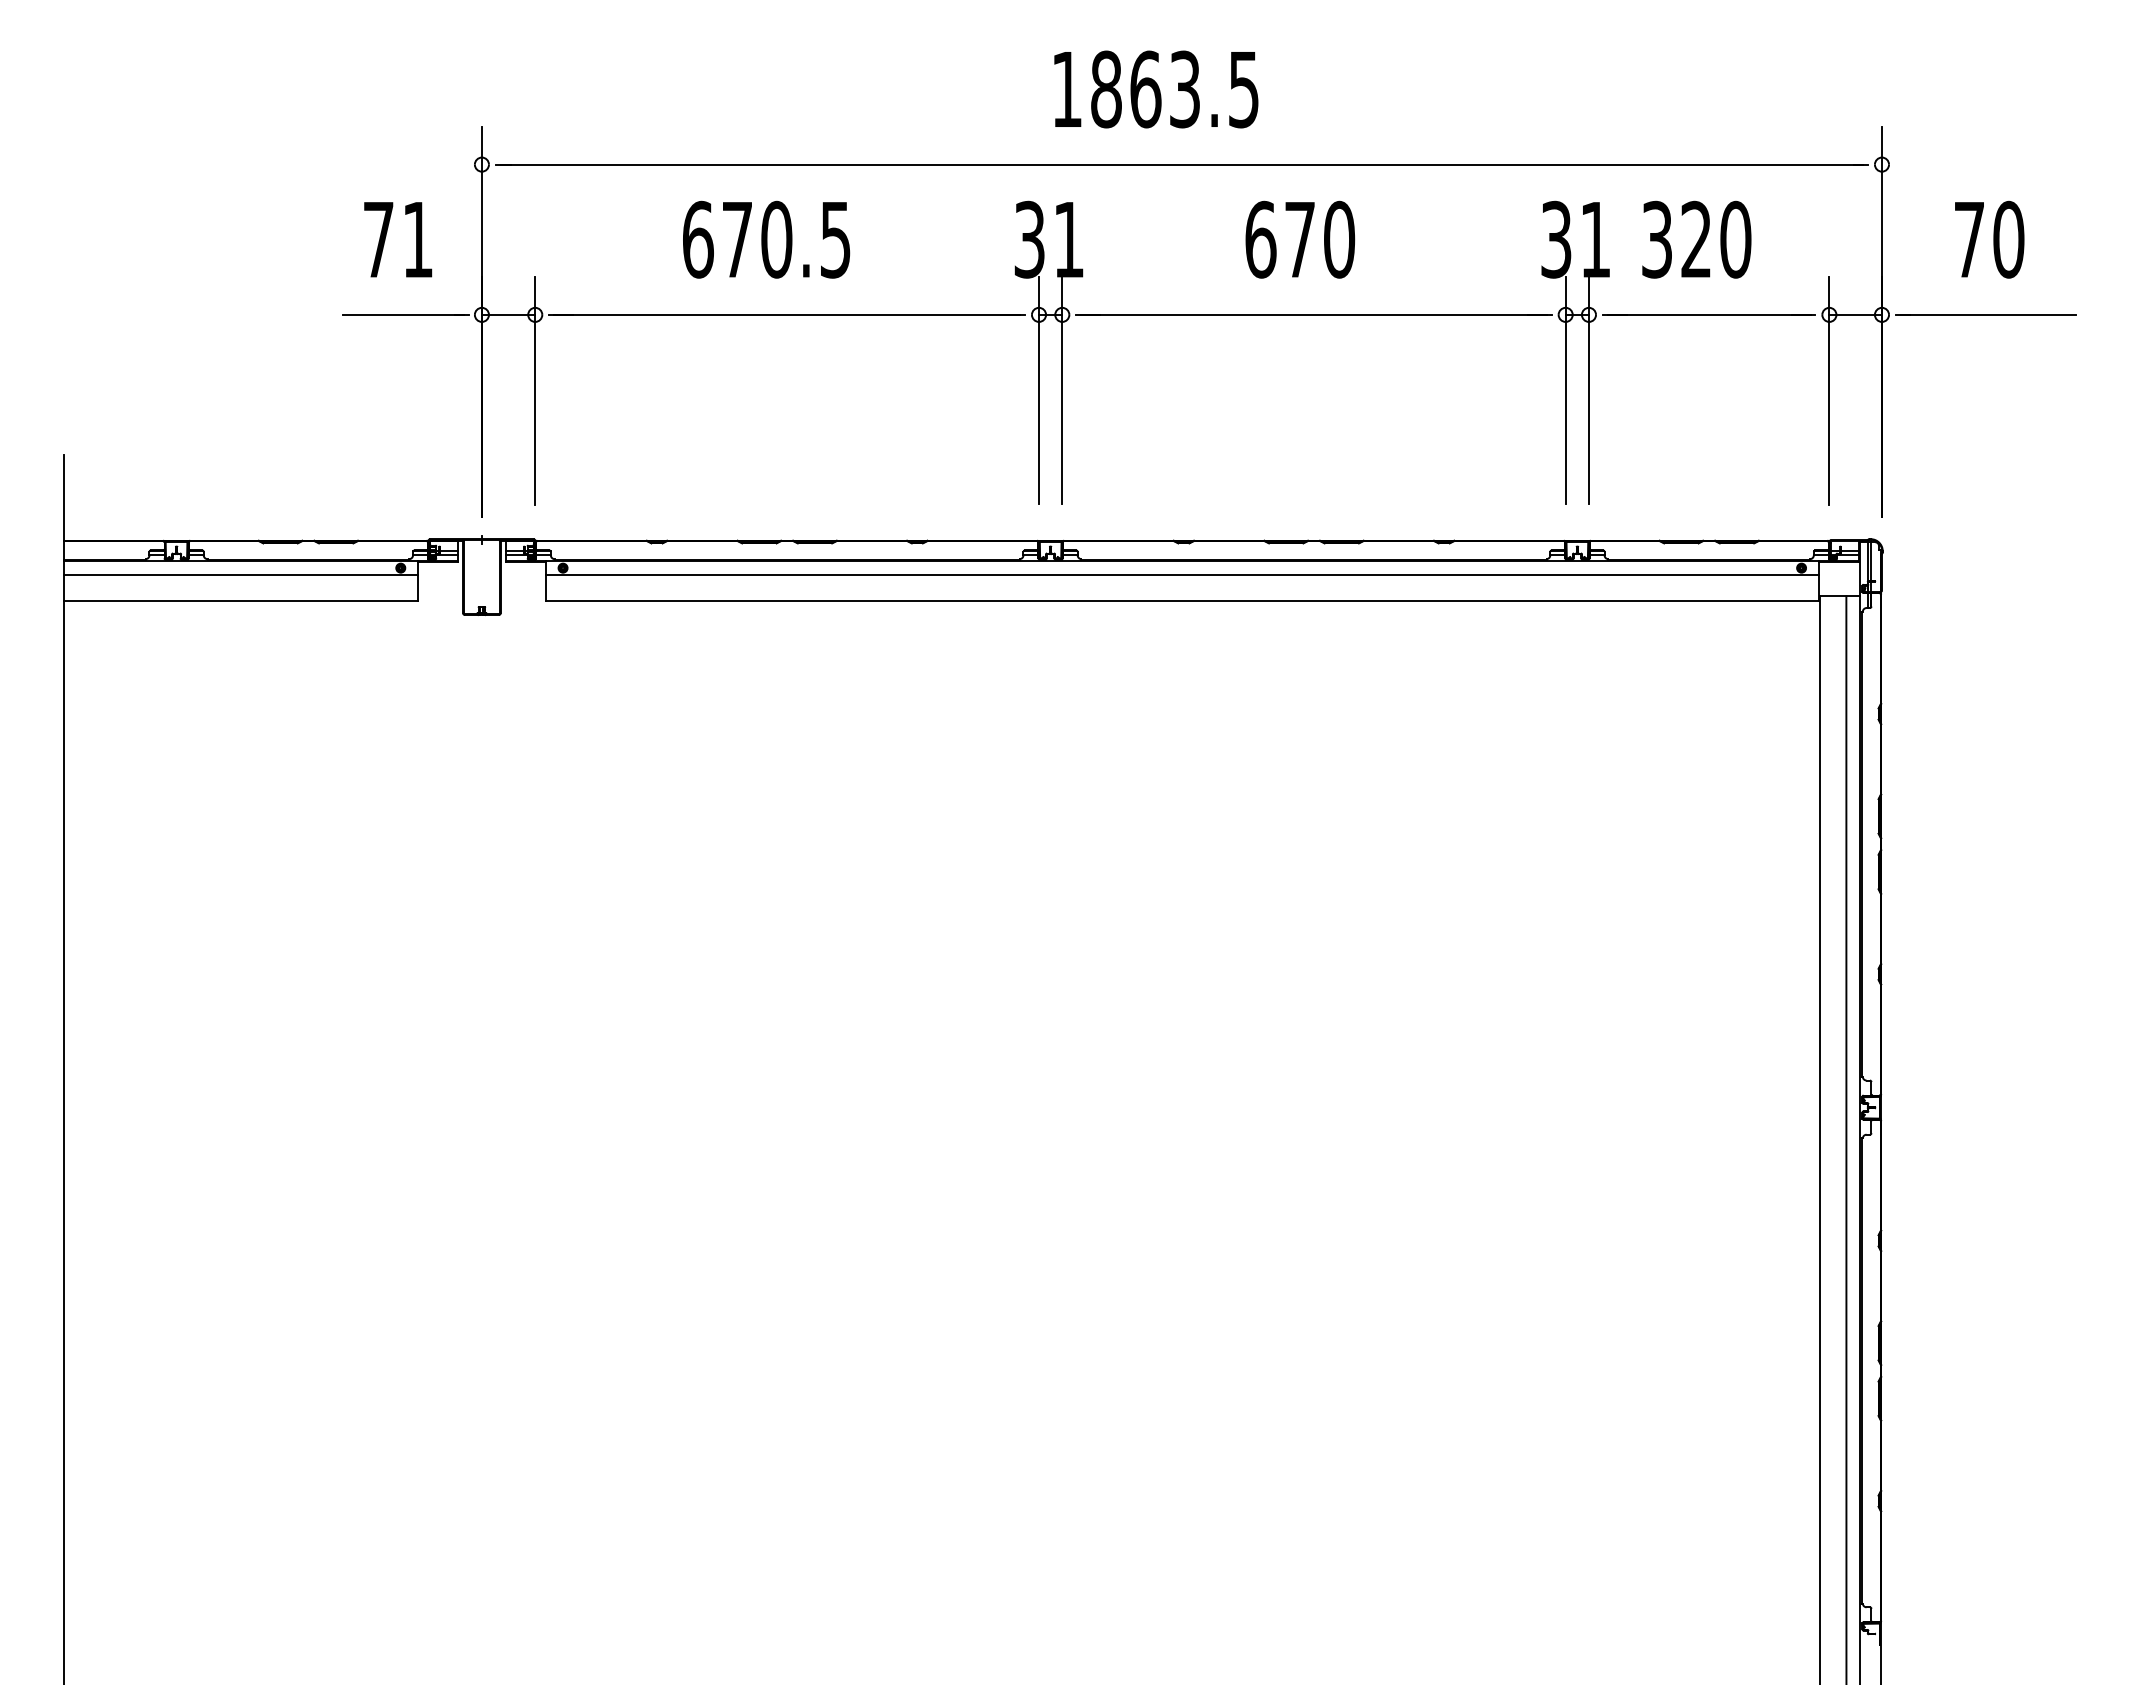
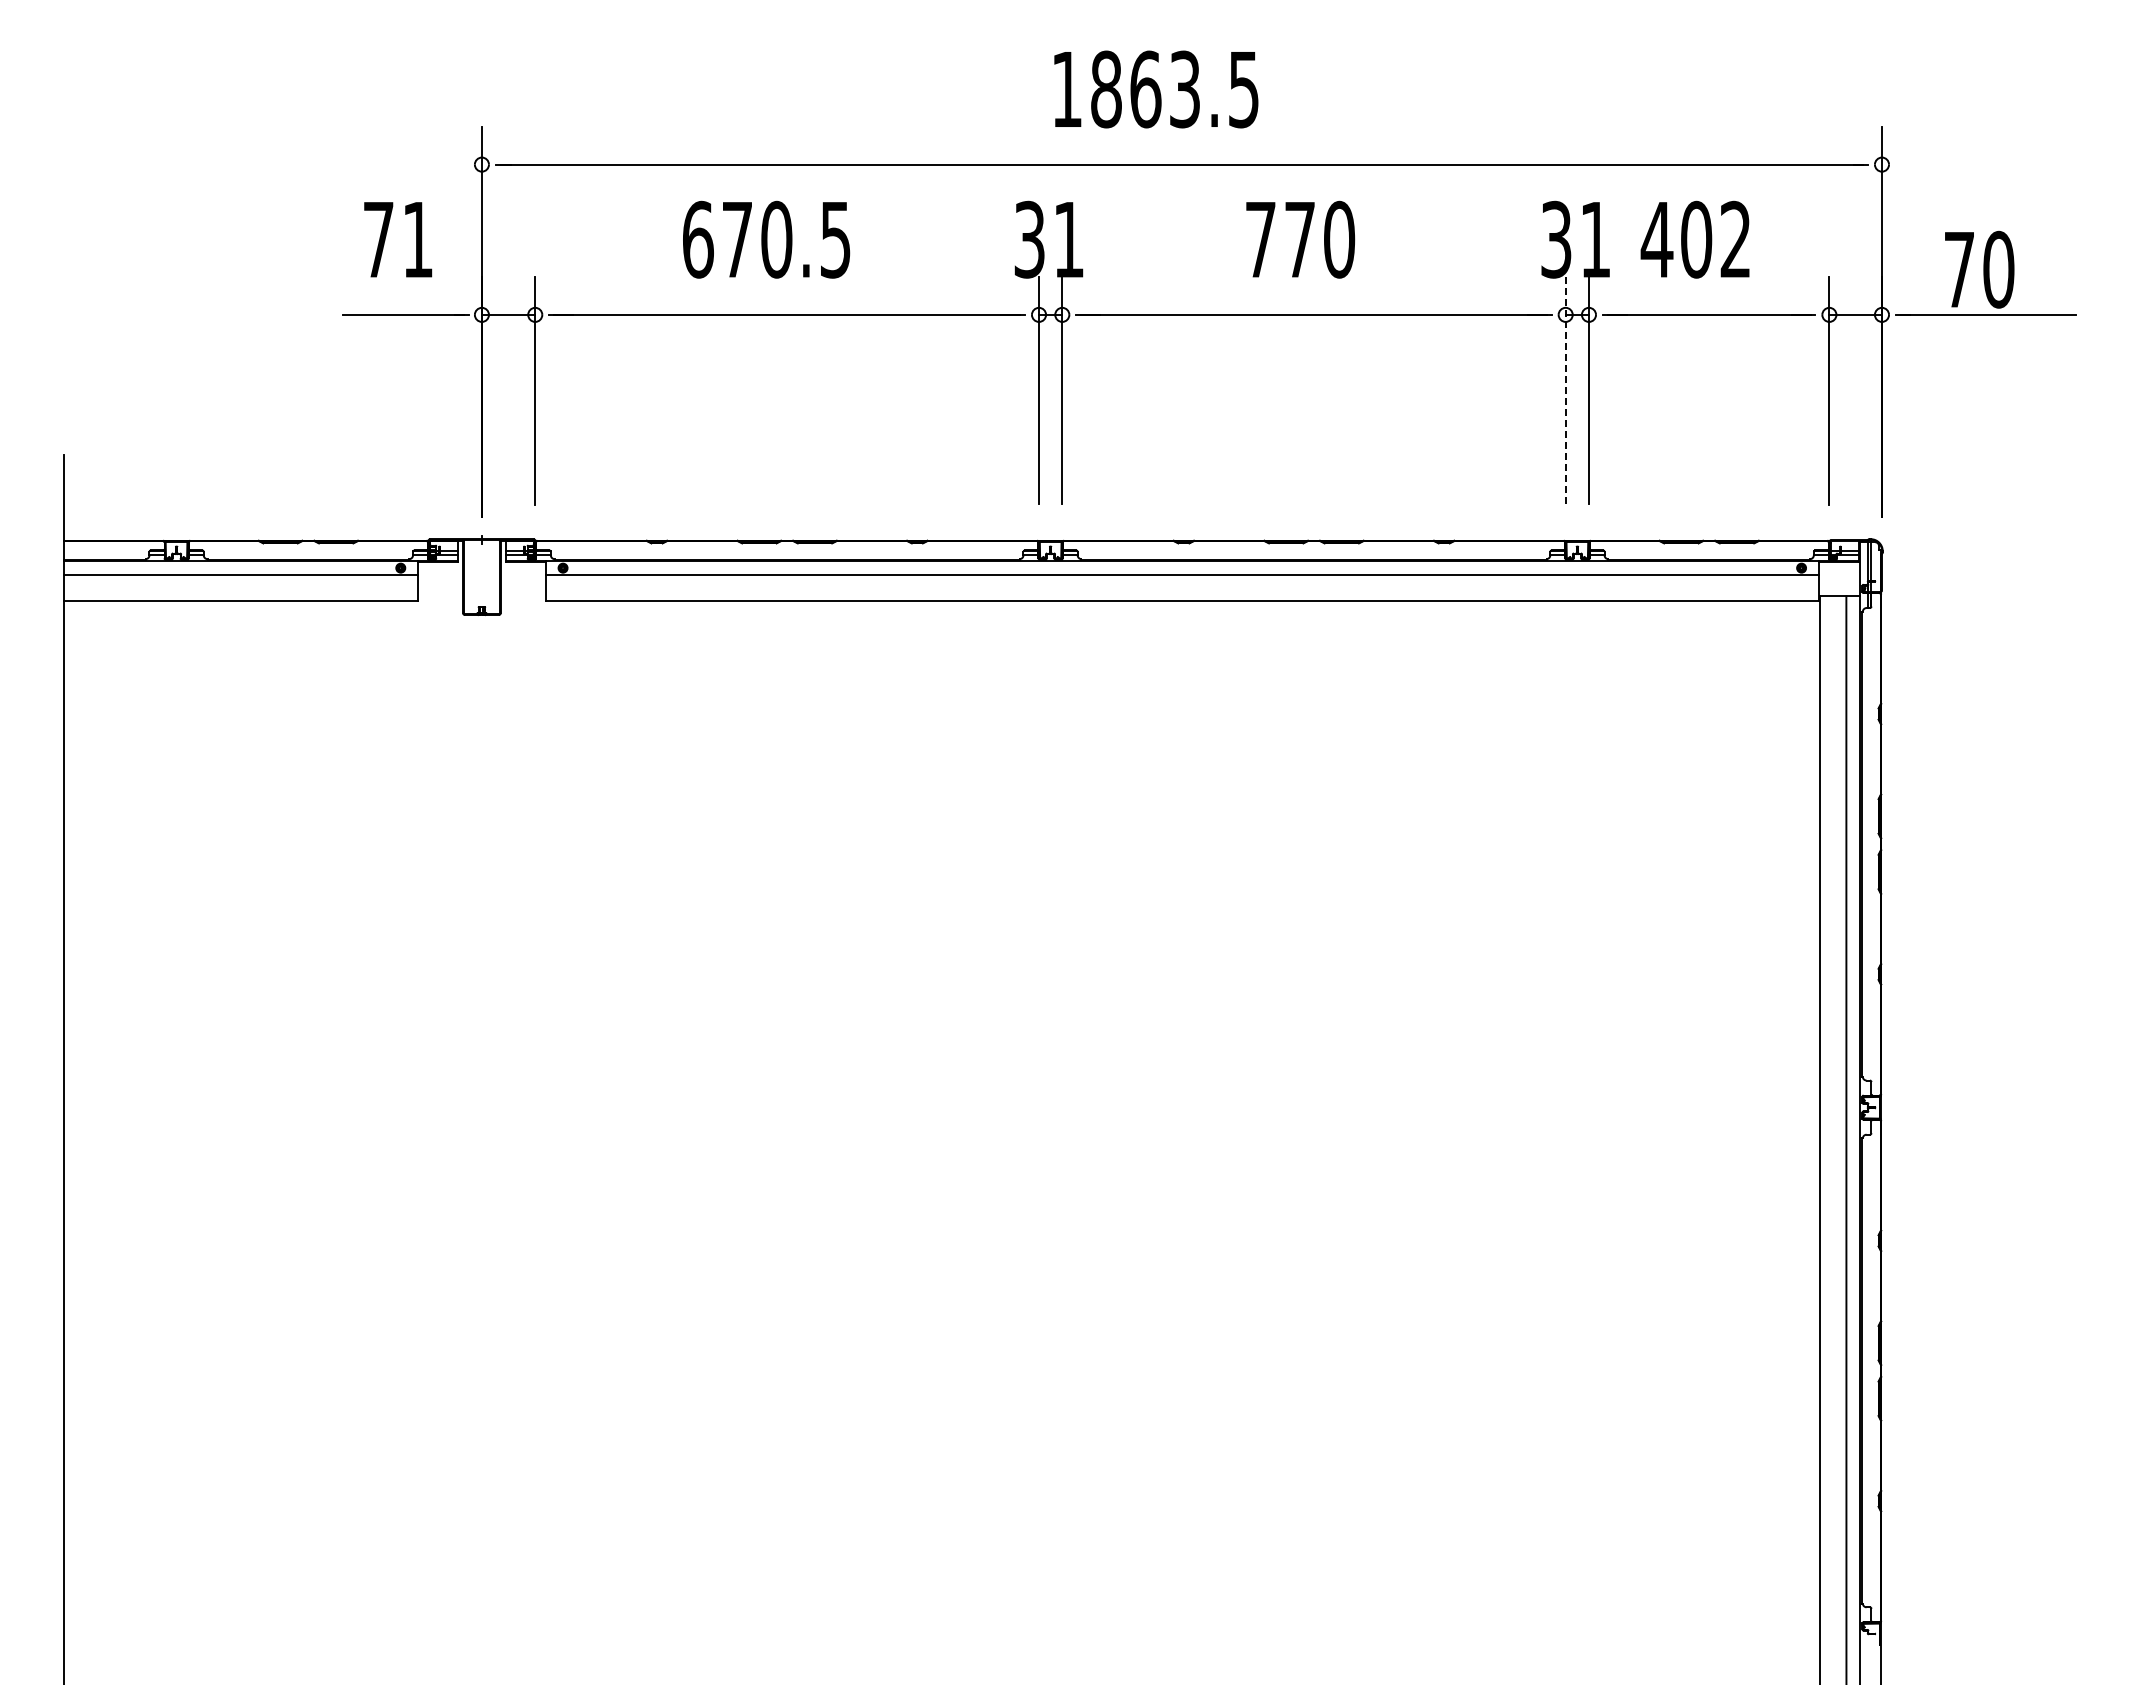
text at (1260, 239): 670 -> 770
text at (1695, 239): 320 -> 402
text at (1989, 239) position: (1989, 239) -> (1979, 269)
line at (1565, 390): solid -> dashed
